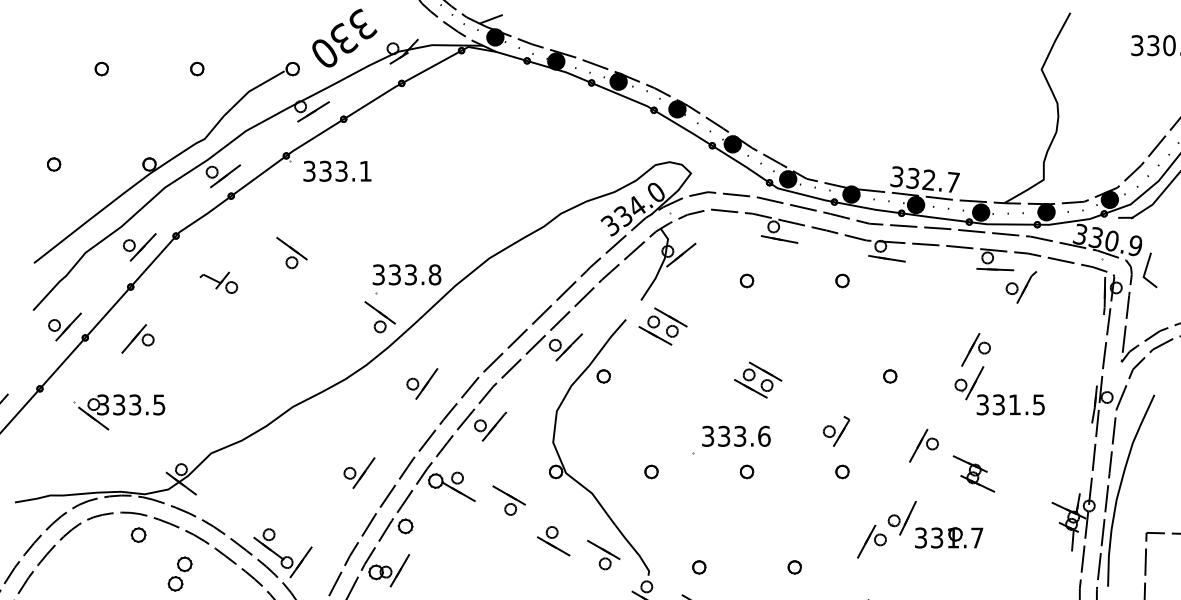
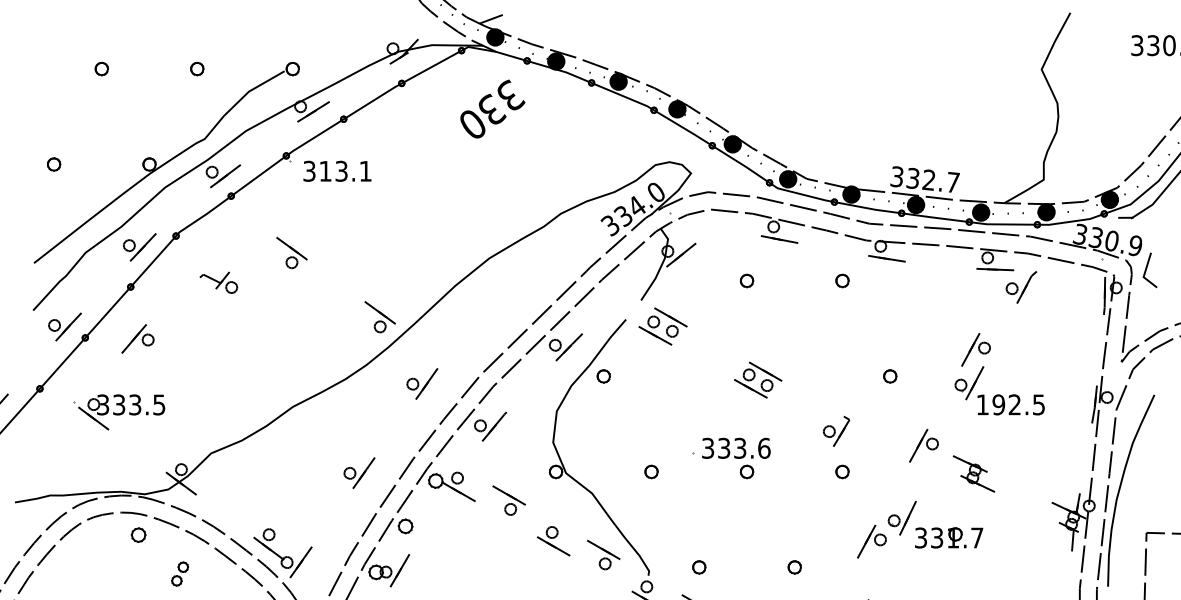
text at (344, 37) position: (344, 37) -> (492, 108)
text at (325, 170): 333.1 -> 313.1
part at (406, 279): present -> none
text at (998, 404): 331.5 -> 192.5
text at (736, 435) position: (736, 435) -> (736, 447)
part at (179, 573) size: 26x36 px -> 19x26 px
